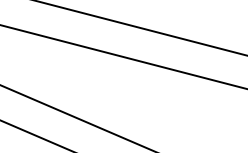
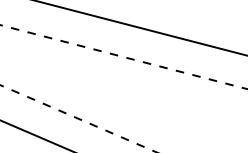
line at (124, 57): solid -> dashed
line at (78, 118): solid -> dashed
